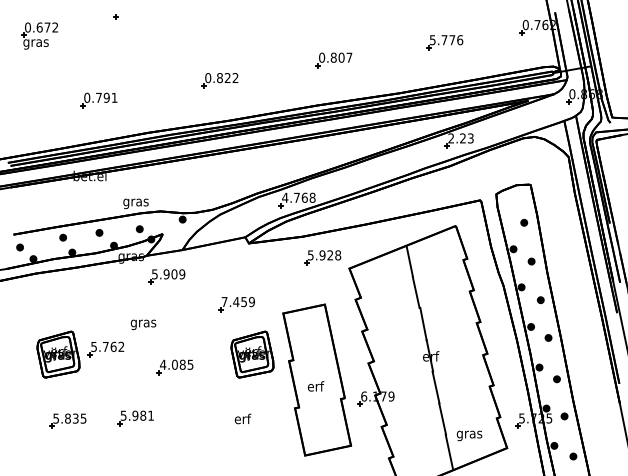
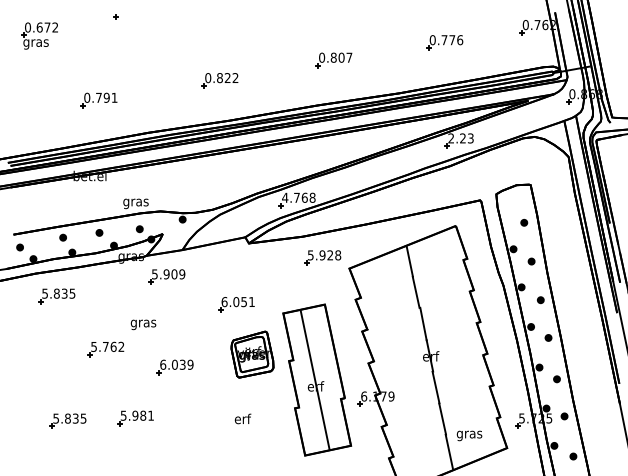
text at (432, 40): 5.776 -> 0.776
part at (56, 296): none -> present
text at (237, 302): 7.459 -> 6.051
part at (58, 354): present -> none
text at (176, 364): 4.085 -> 6.039
line at (314, 380): none -> present
